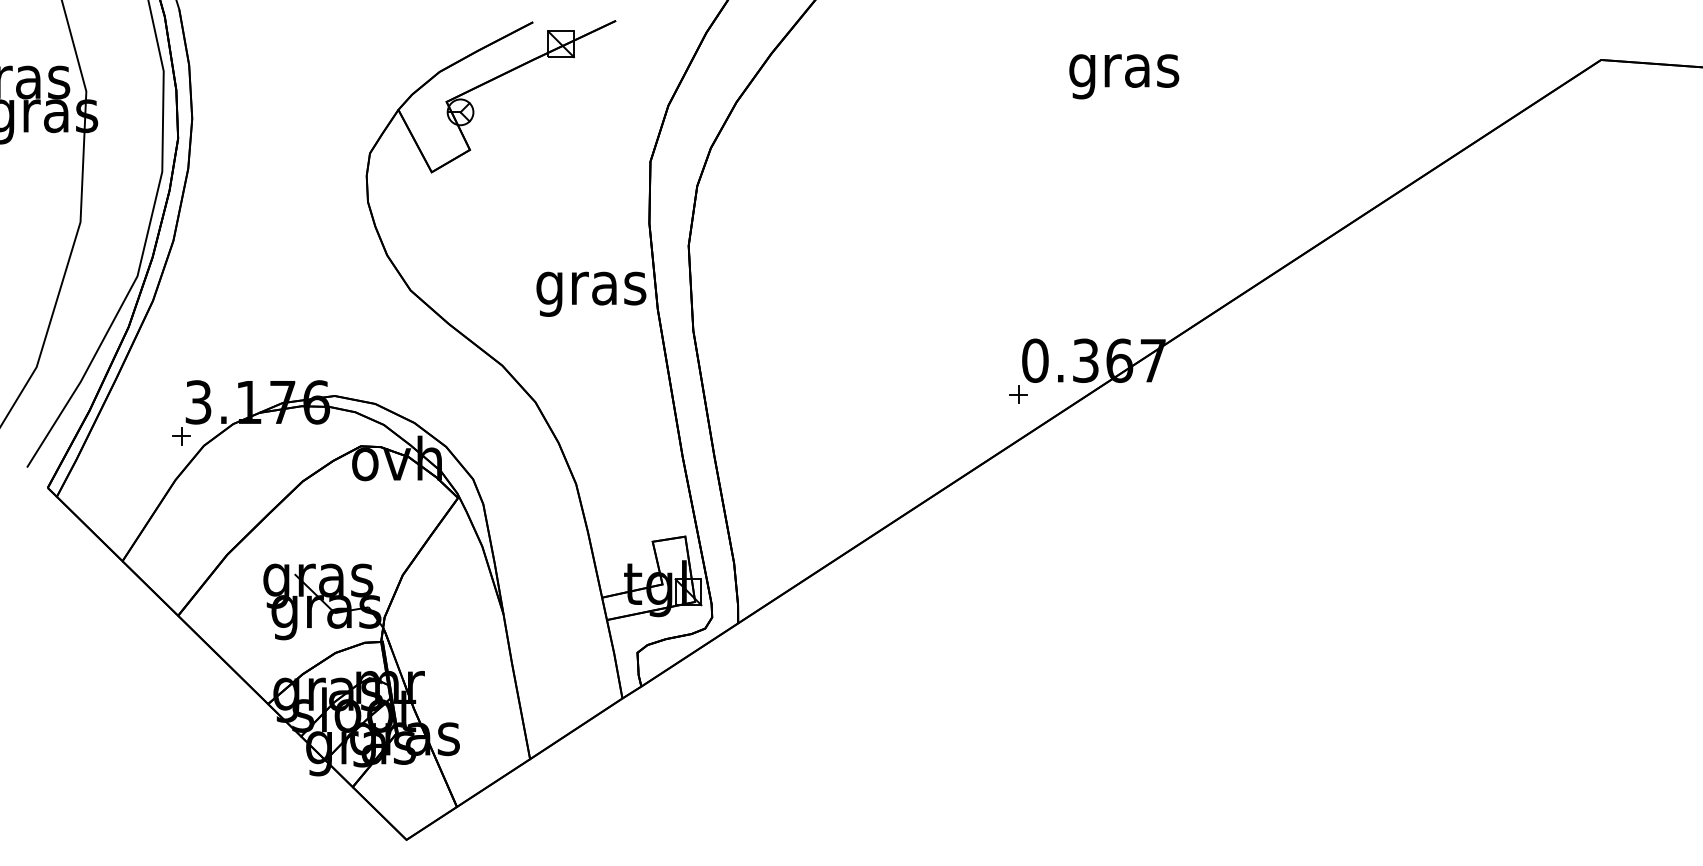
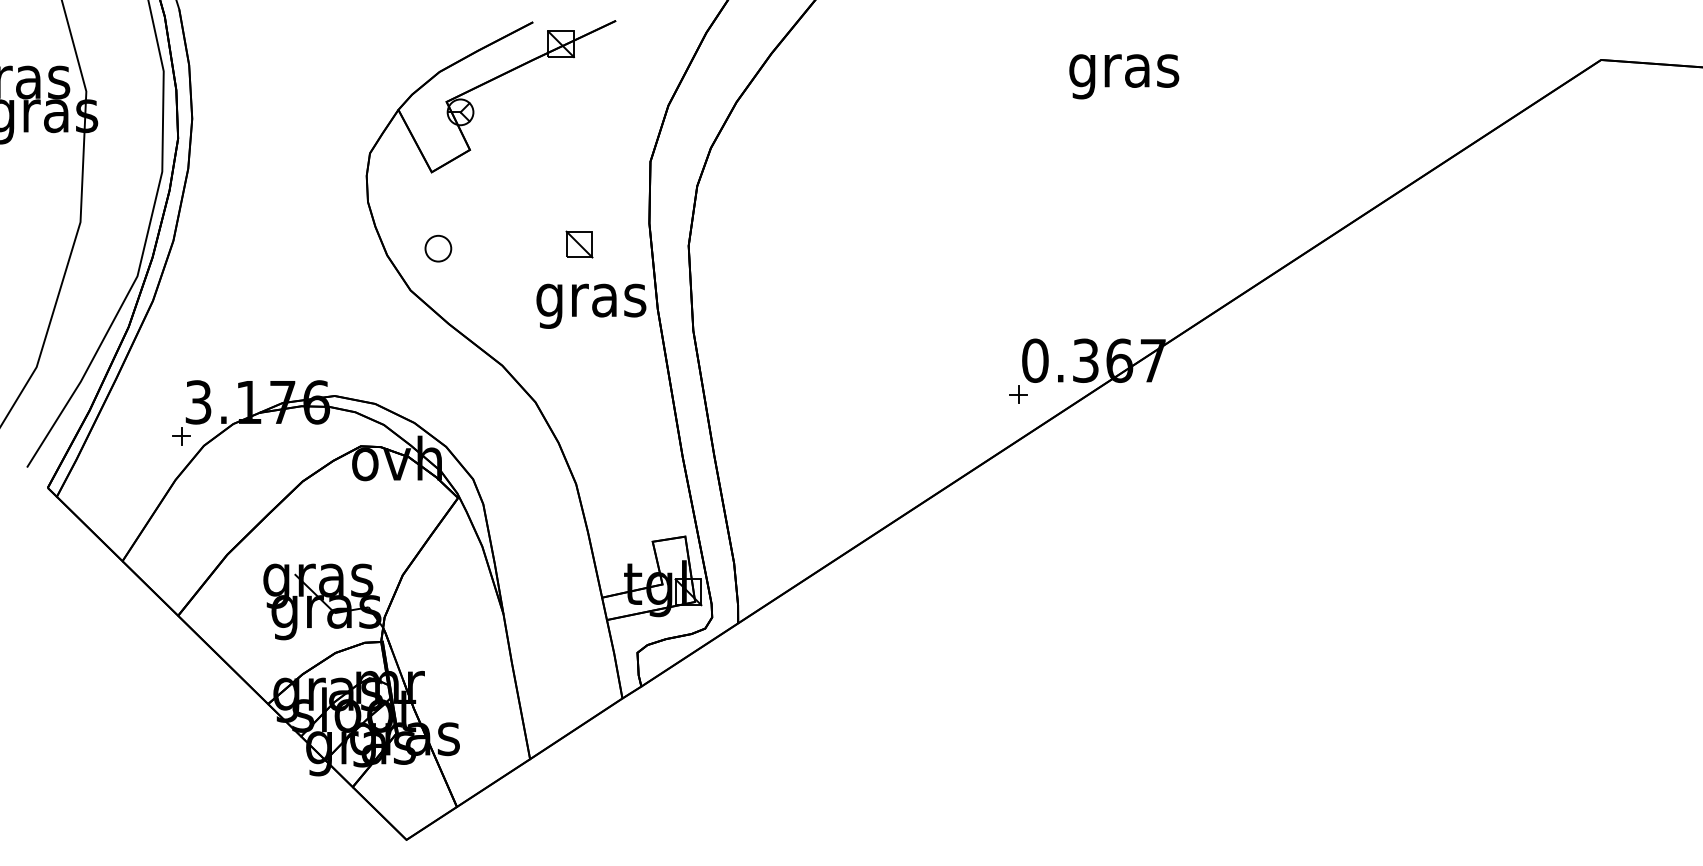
part at (579, 244): none -> present
part at (438, 248): none -> present
text at (591, 293) position: (591, 293) -> (591, 305)
